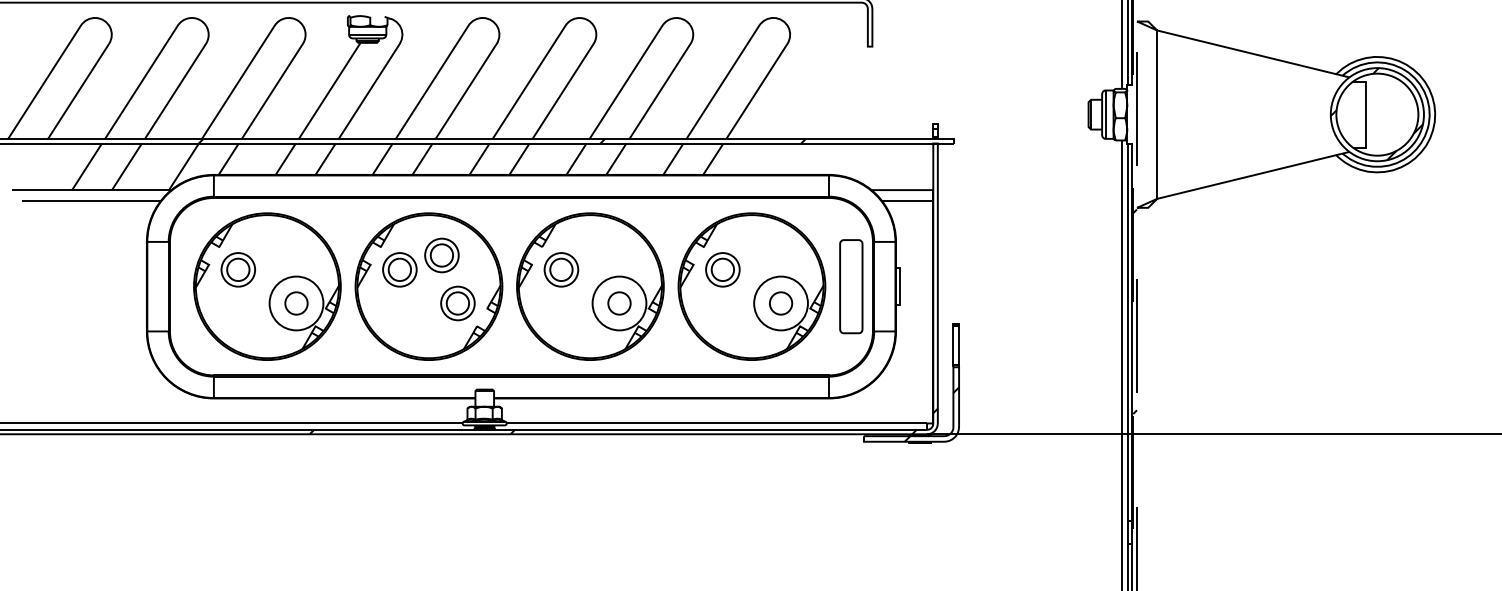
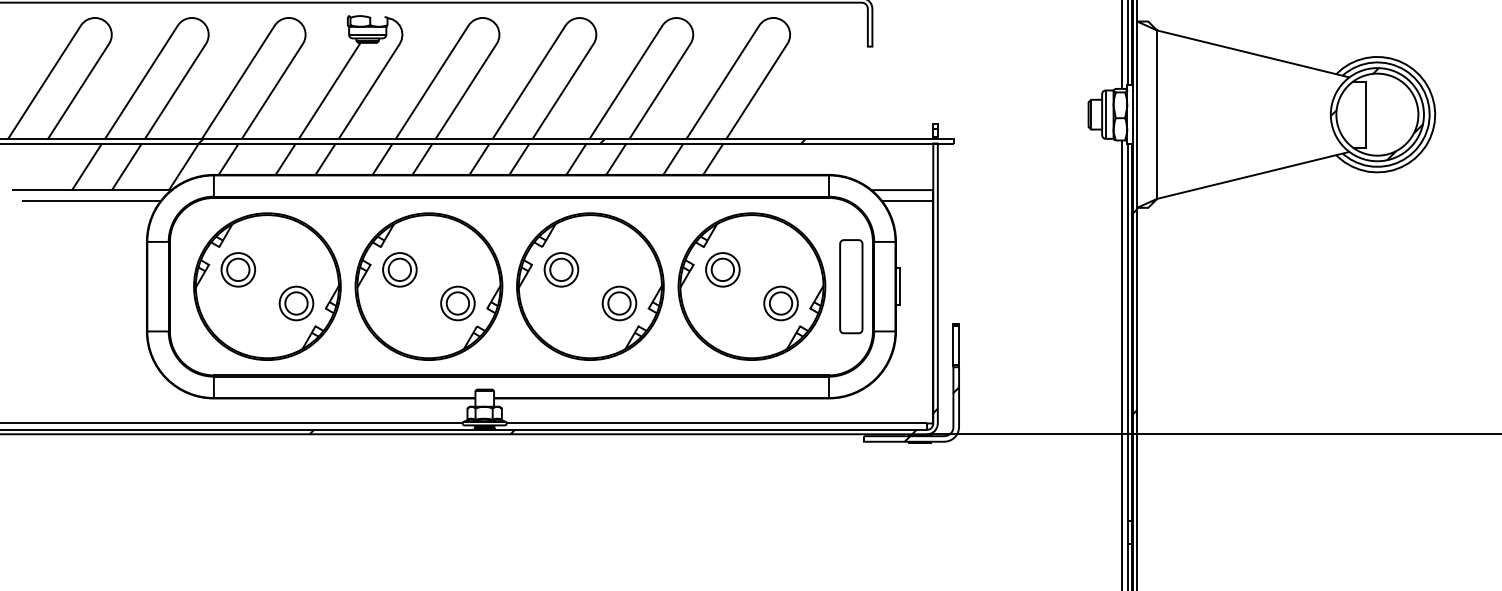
line at (1133, 0): dashed -> solid
part at (441, 255): present -> none
circle at (296, 303) diameter: 54 px -> 34 px
circle at (619, 303) diameter: 54 px -> 34 px
circle at (780, 303) diameter: 54 px -> 34 px
